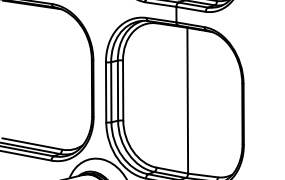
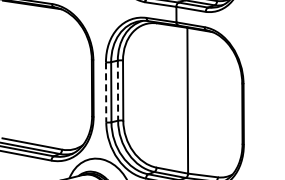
line at (117, 91): solid -> dashed
line at (106, 92): solid -> dashed
